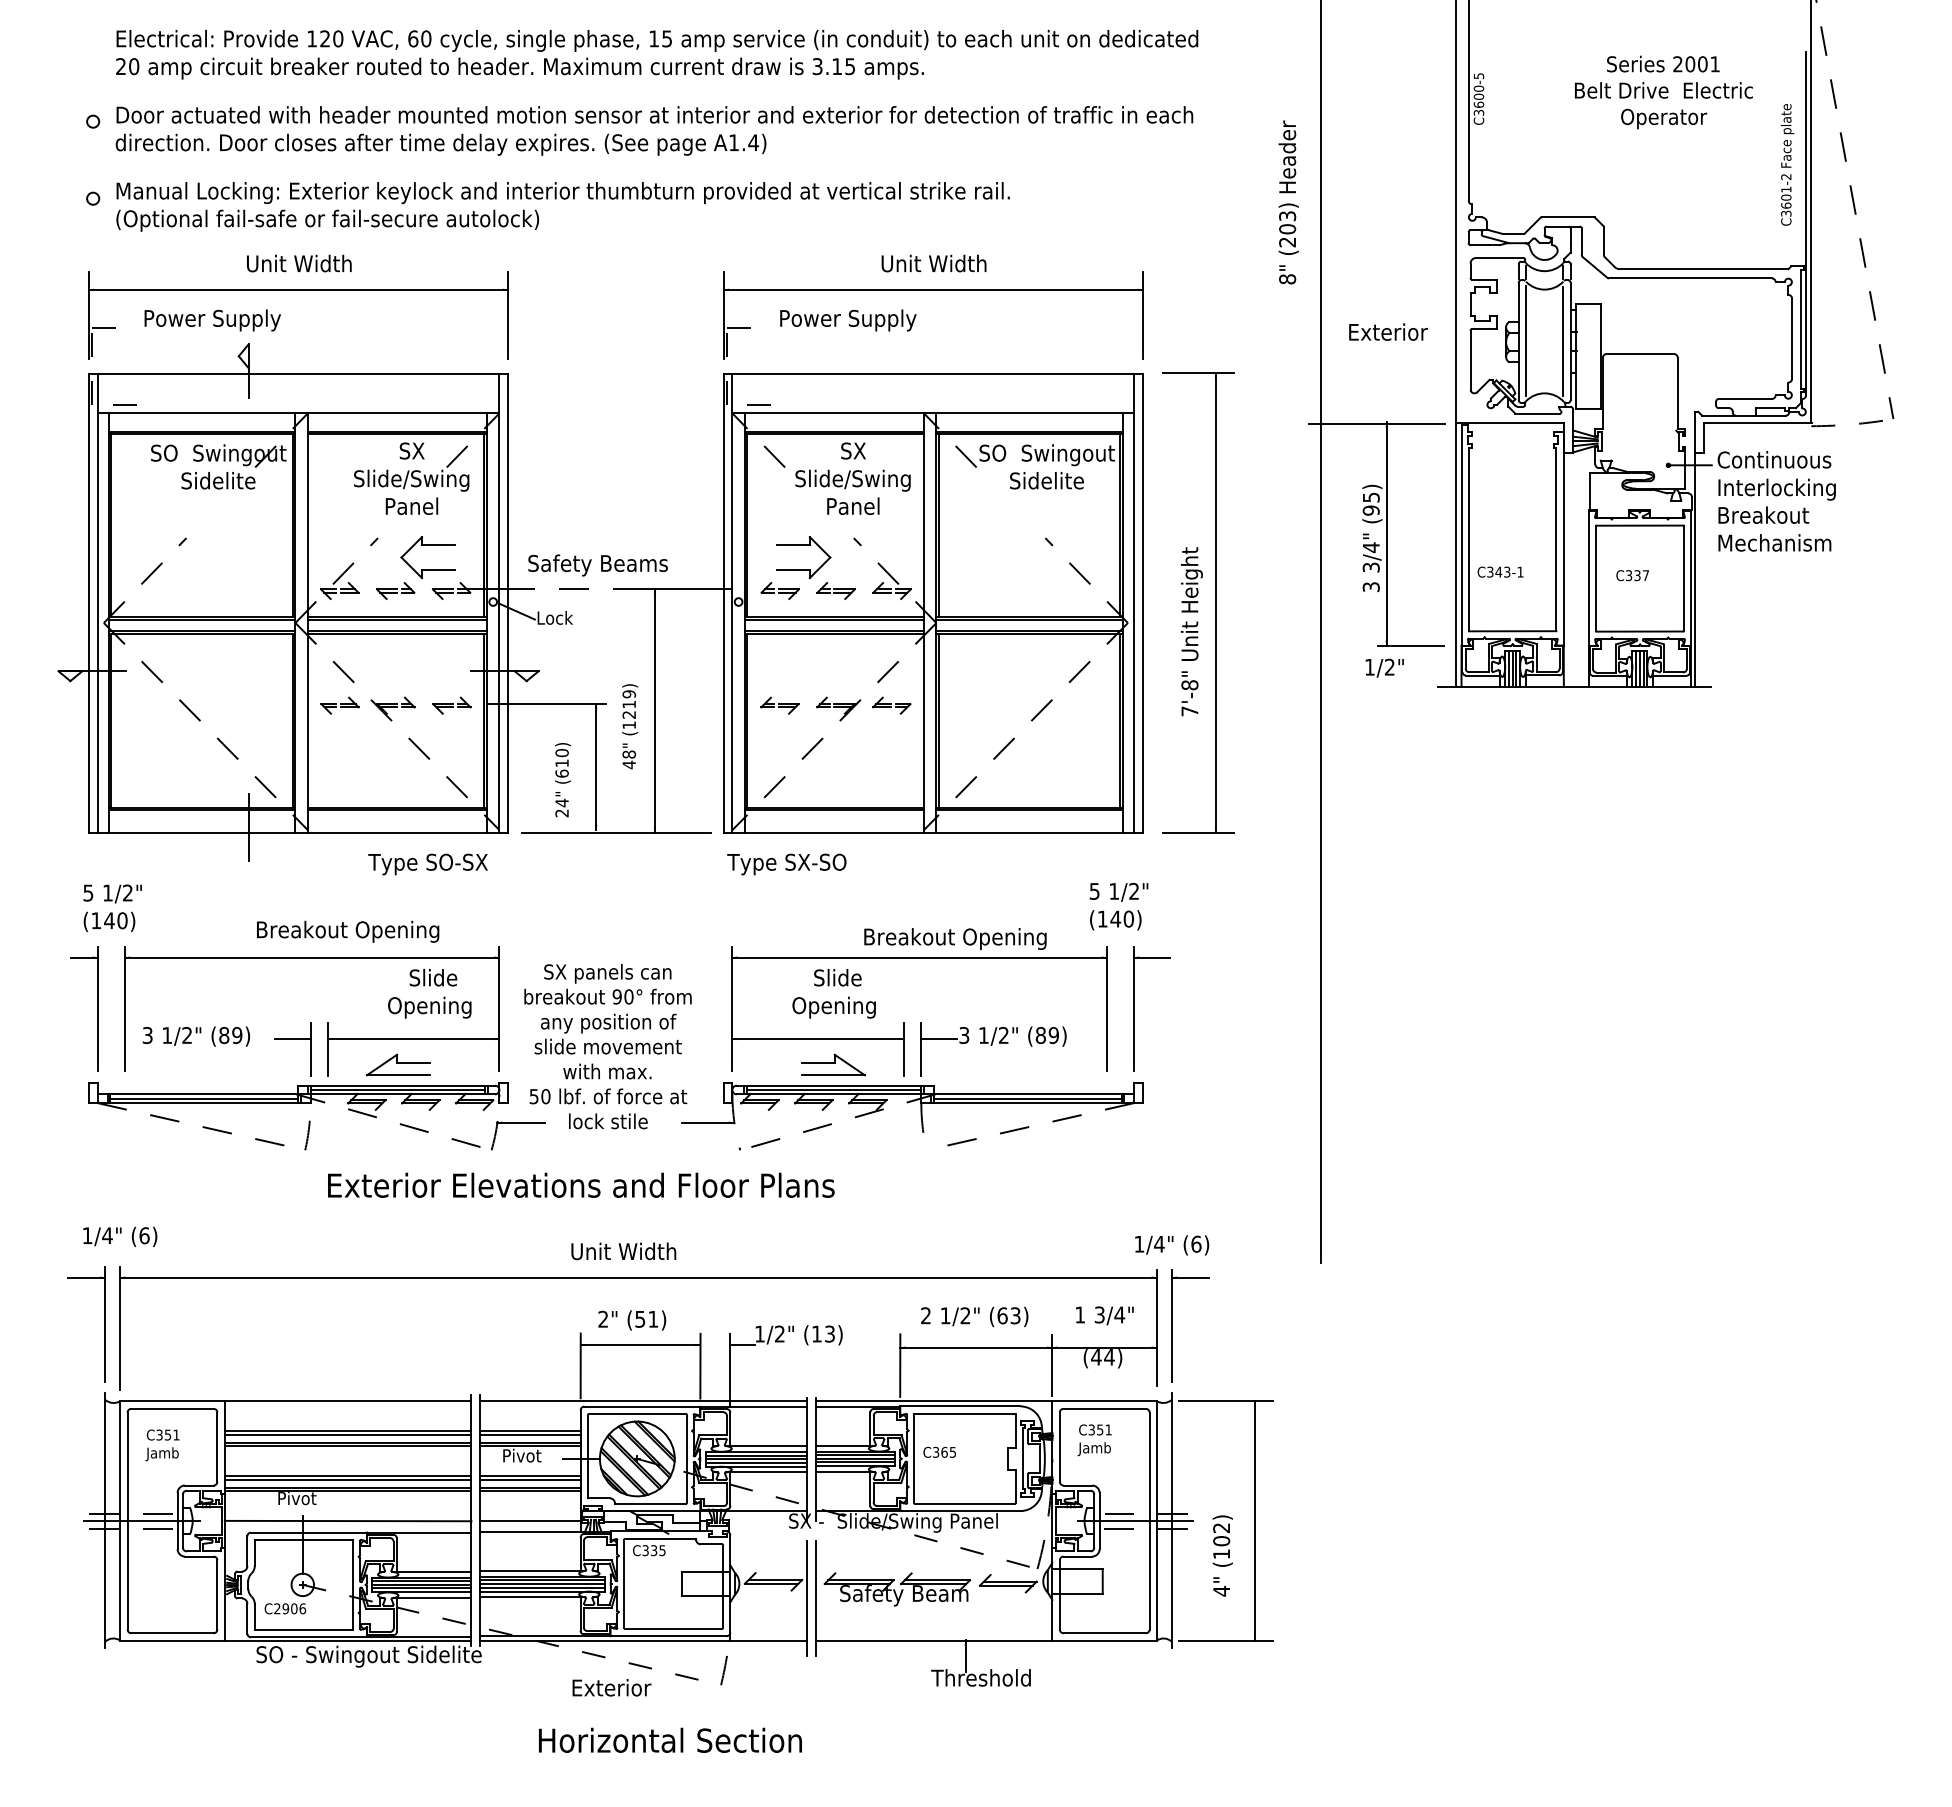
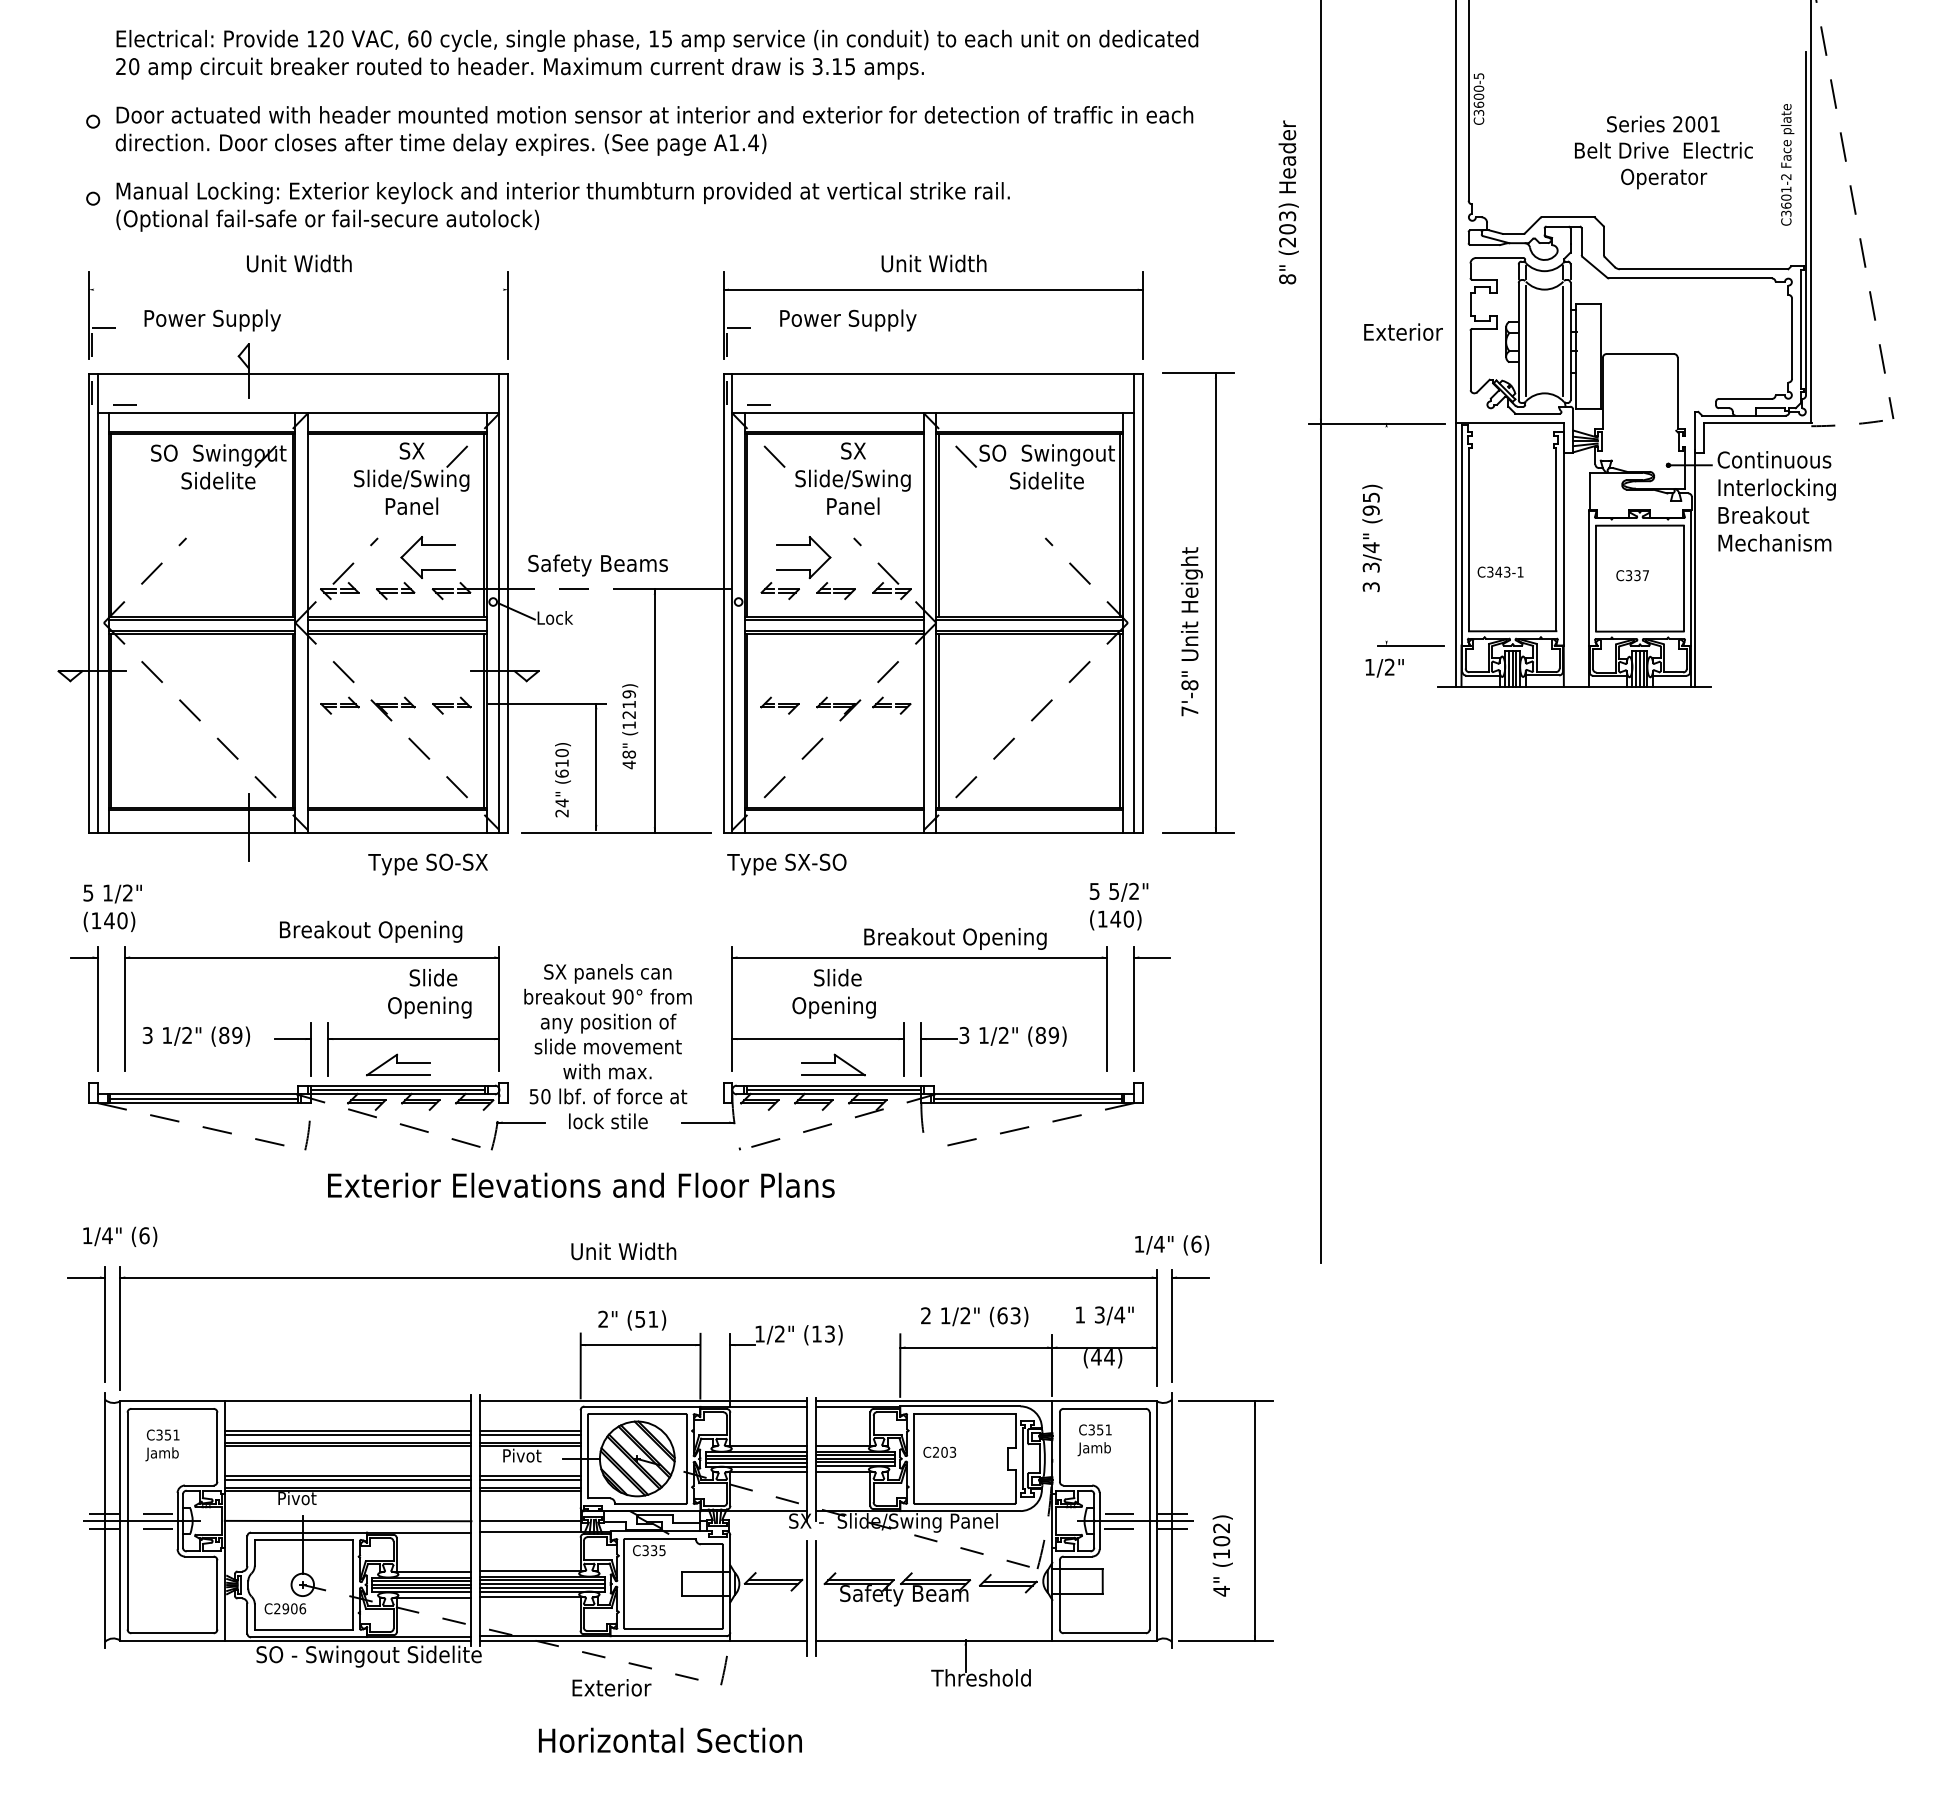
text at (1663, 92) position: (1663, 92) -> (1663, 152)
line at (298, 289): present -> none
text at (1388, 331) position: (1388, 331) -> (1403, 331)
line at (1386, 533): present -> none
text at (1113, 891): 1/2" -> 5/2"
text at (348, 931) position: (348, 931) -> (371, 931)
text at (944, 1451): C365 -> C203
